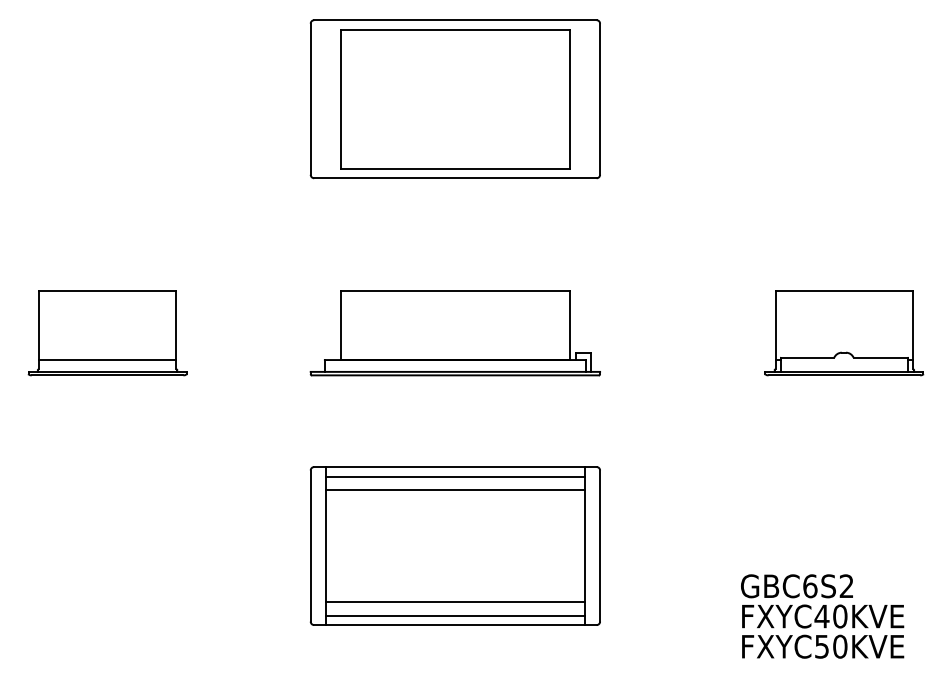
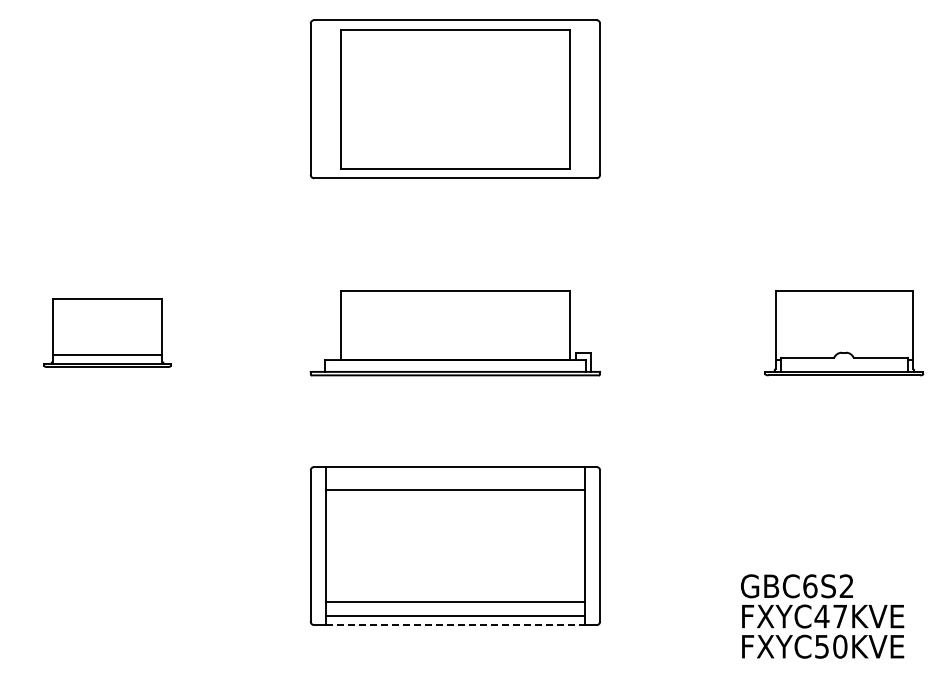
part at (107, 333) size: 161x87 px -> 129x70 px
line at (455, 476): present -> none
text at (840, 616): FXYC40KVE -> FXYC47KVE
line at (455, 625): solid -> dashed
